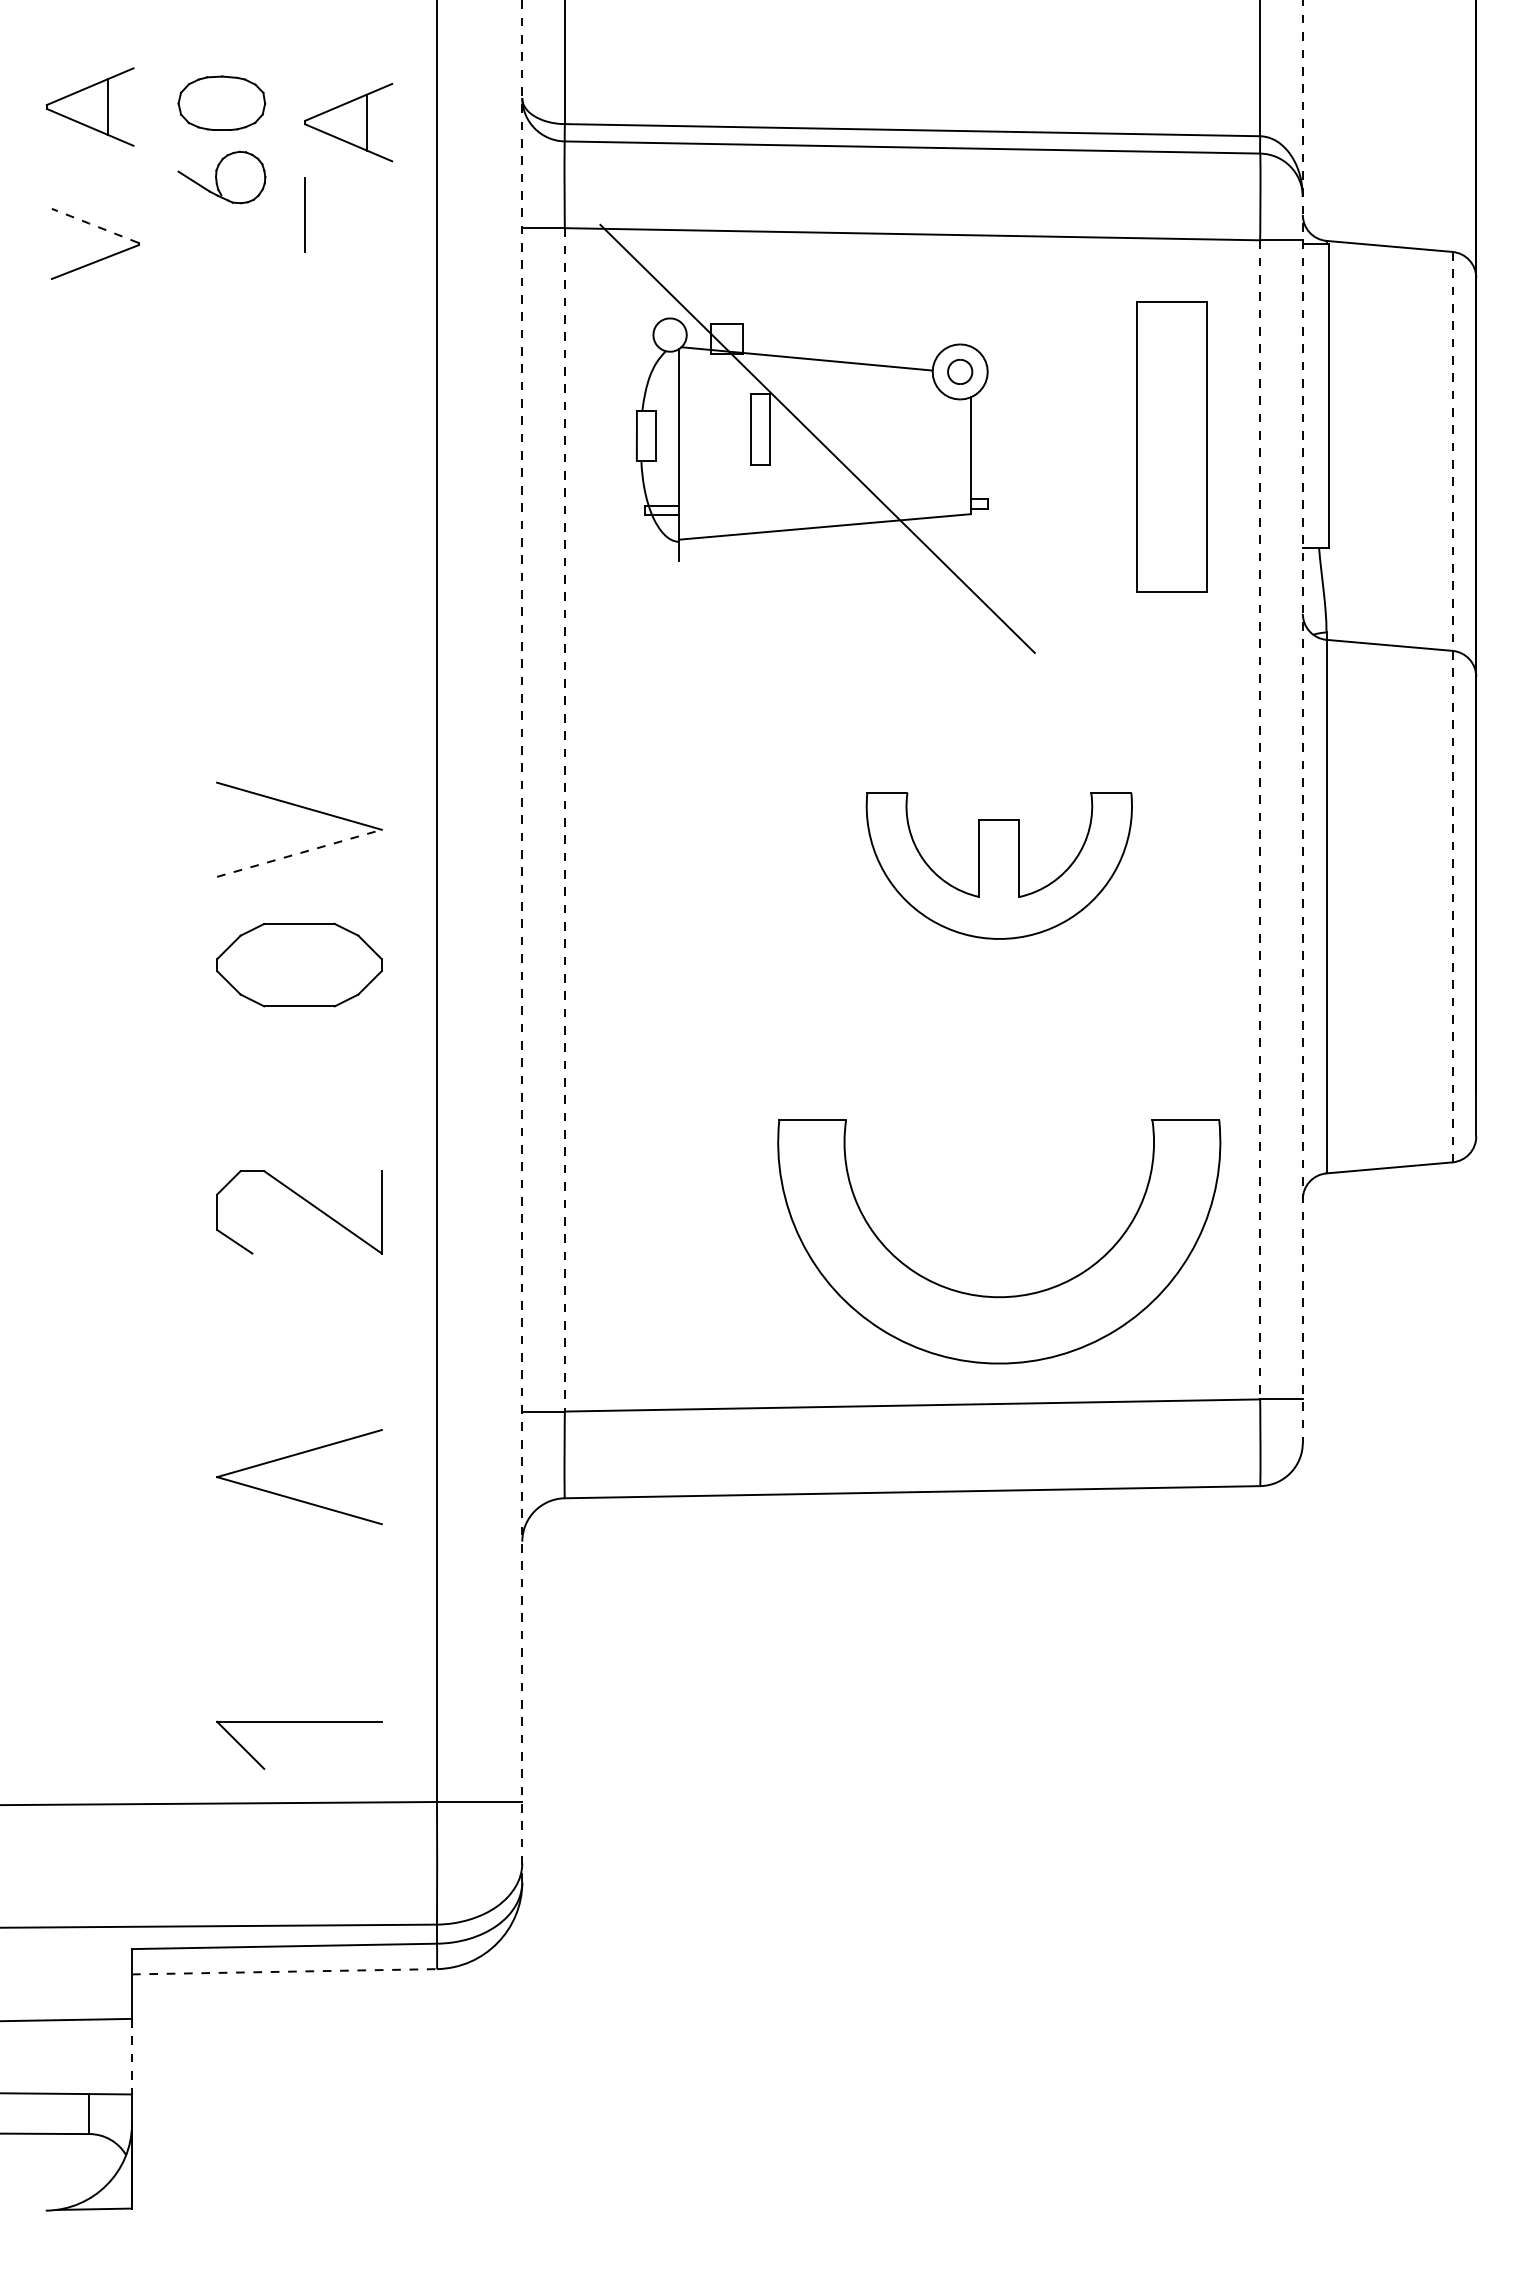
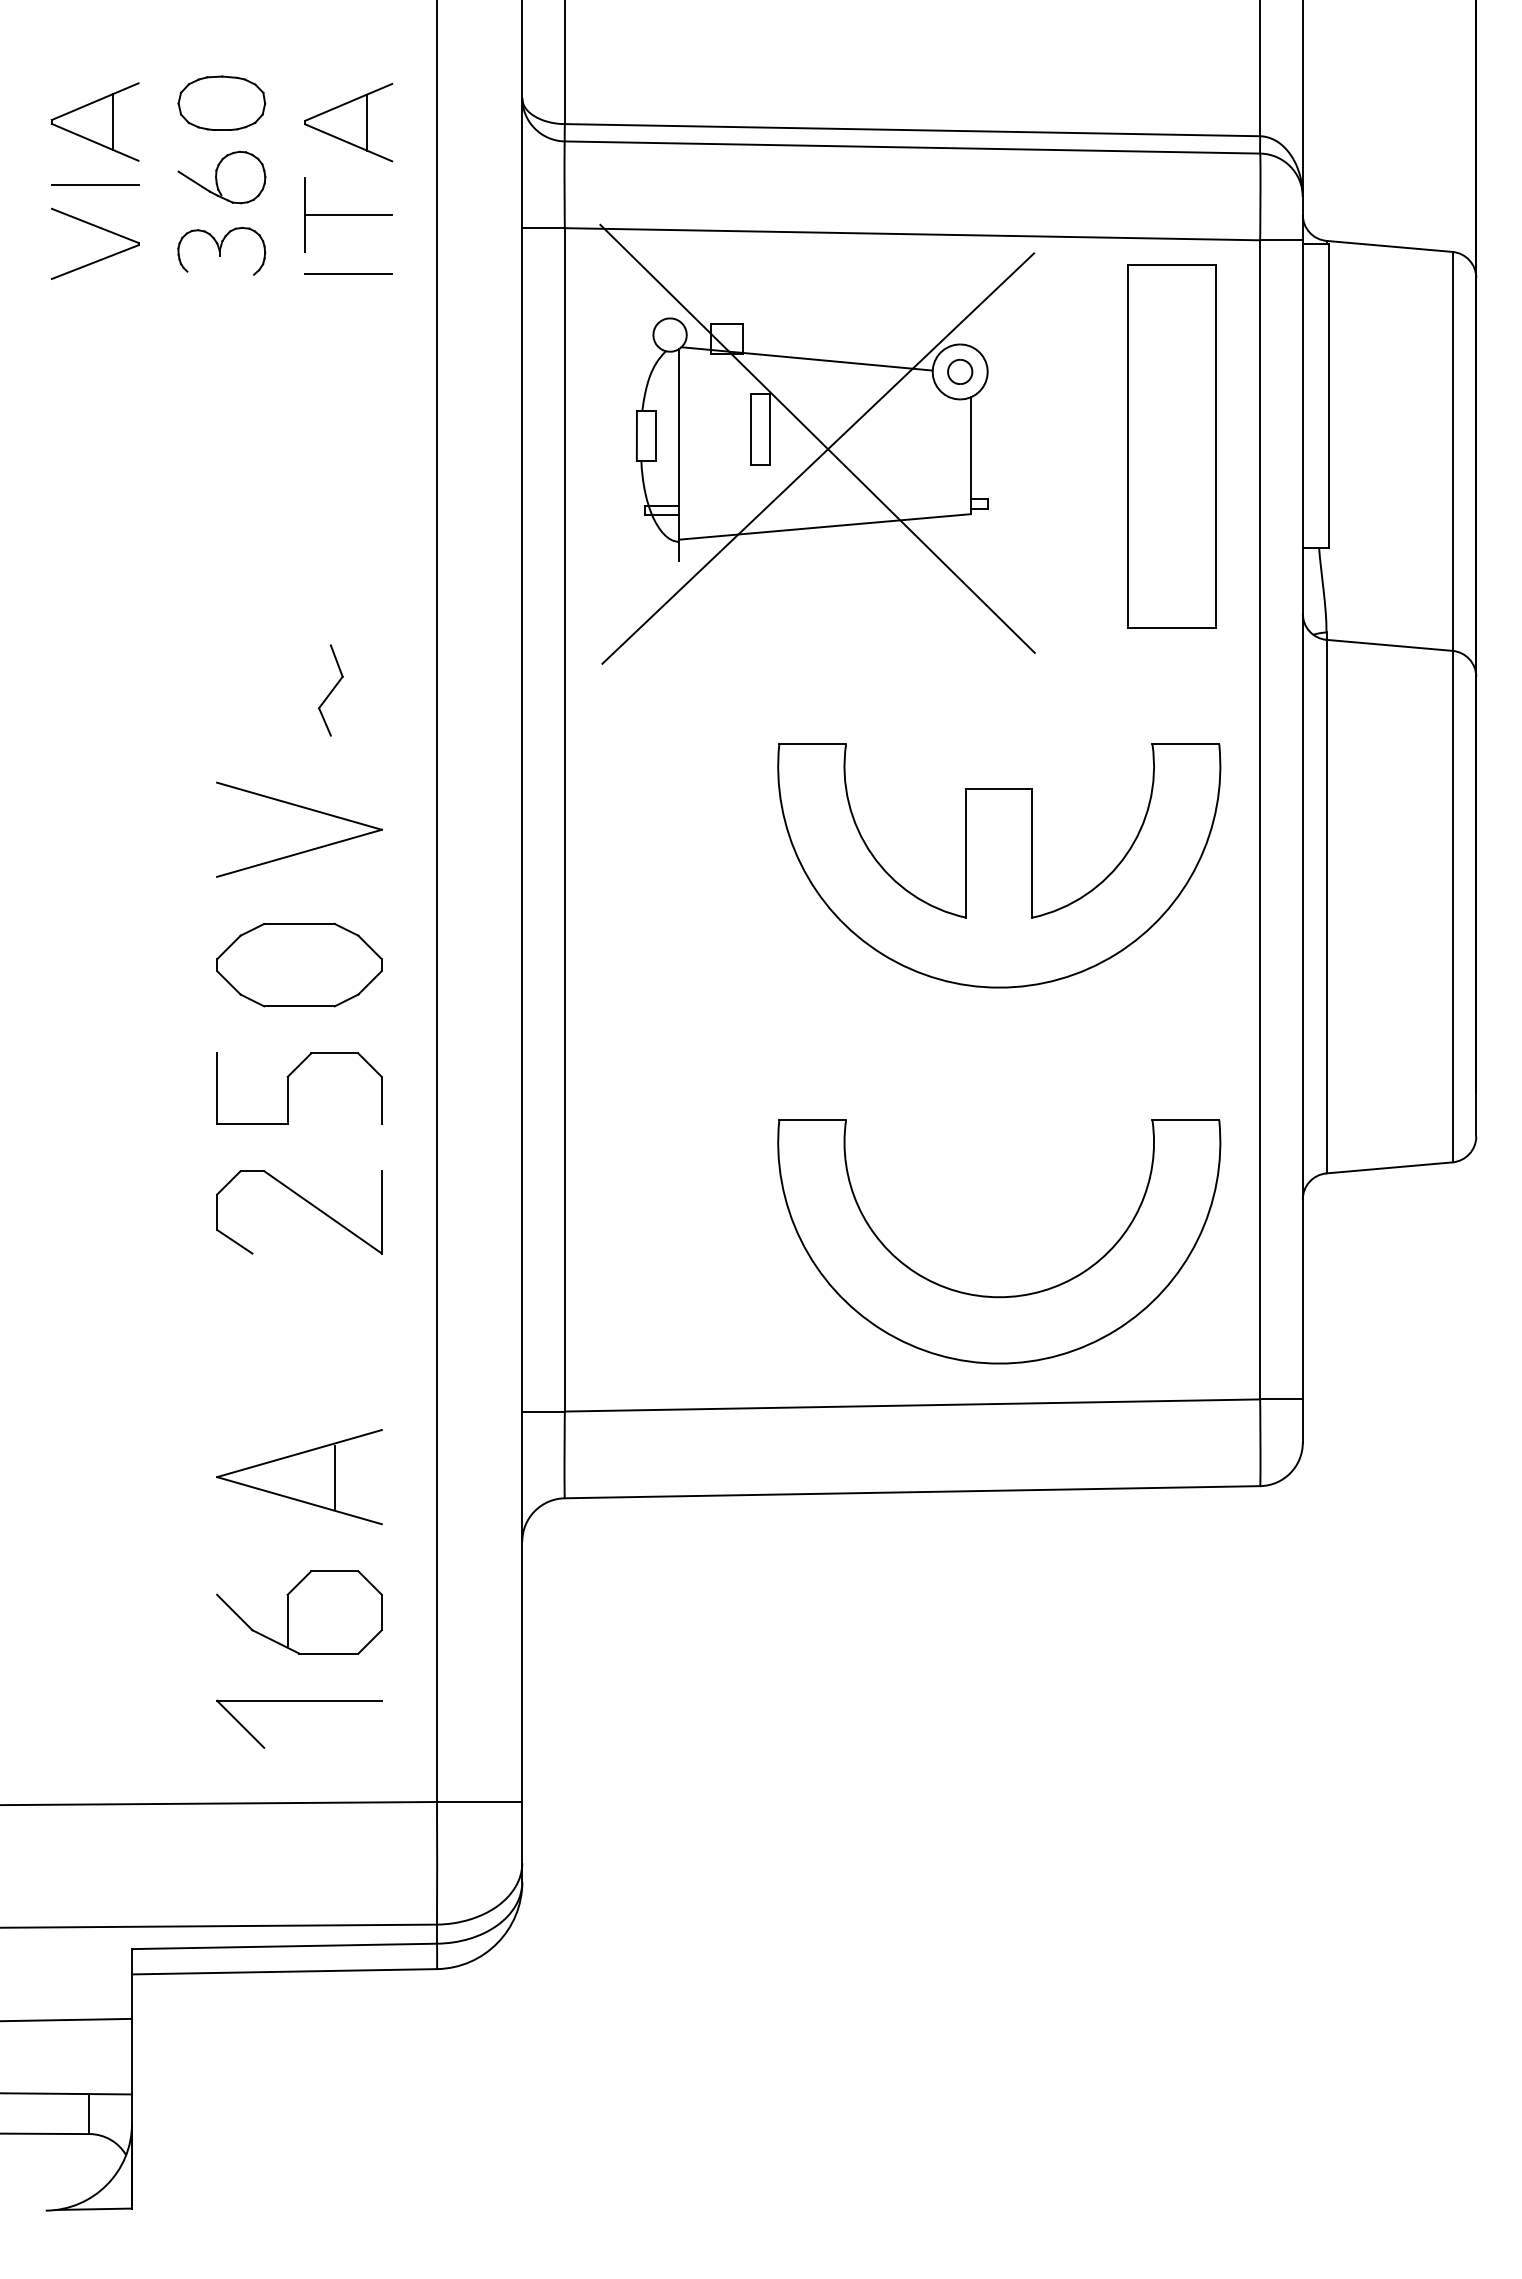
part at (89, 106) position: (89, 106) -> (94, 121)
line at (94, 185): none -> present
line at (348, 214): none -> present
line at (95, 225): dashed -> solid
part at (221, 250): none -> present
line at (348, 273): none -> present
part at (1171, 446) size: 72x292 px -> 90x365 px
line at (818, 458): none -> present
part at (330, 690): none -> present
line at (1452, 707): dashed -> solid
line at (1302, 722): dashed -> solid
line at (564, 819): dashed -> solid
line at (1260, 819): dashed -> solid
line at (299, 853): dashed -> solid
part at (998, 865) size: 268x148 px -> 445x246 px
line at (522, 941): dashed -> solid
part at (288, 1088): none -> present
line at (334, 1476): none -> present
part at (299, 1612): none -> present
part at (299, 1722) position: (299, 1722) -> (299, 1701)
line at (284, 1971): dashed -> solid
line at (132, 2056): dashed -> solid
